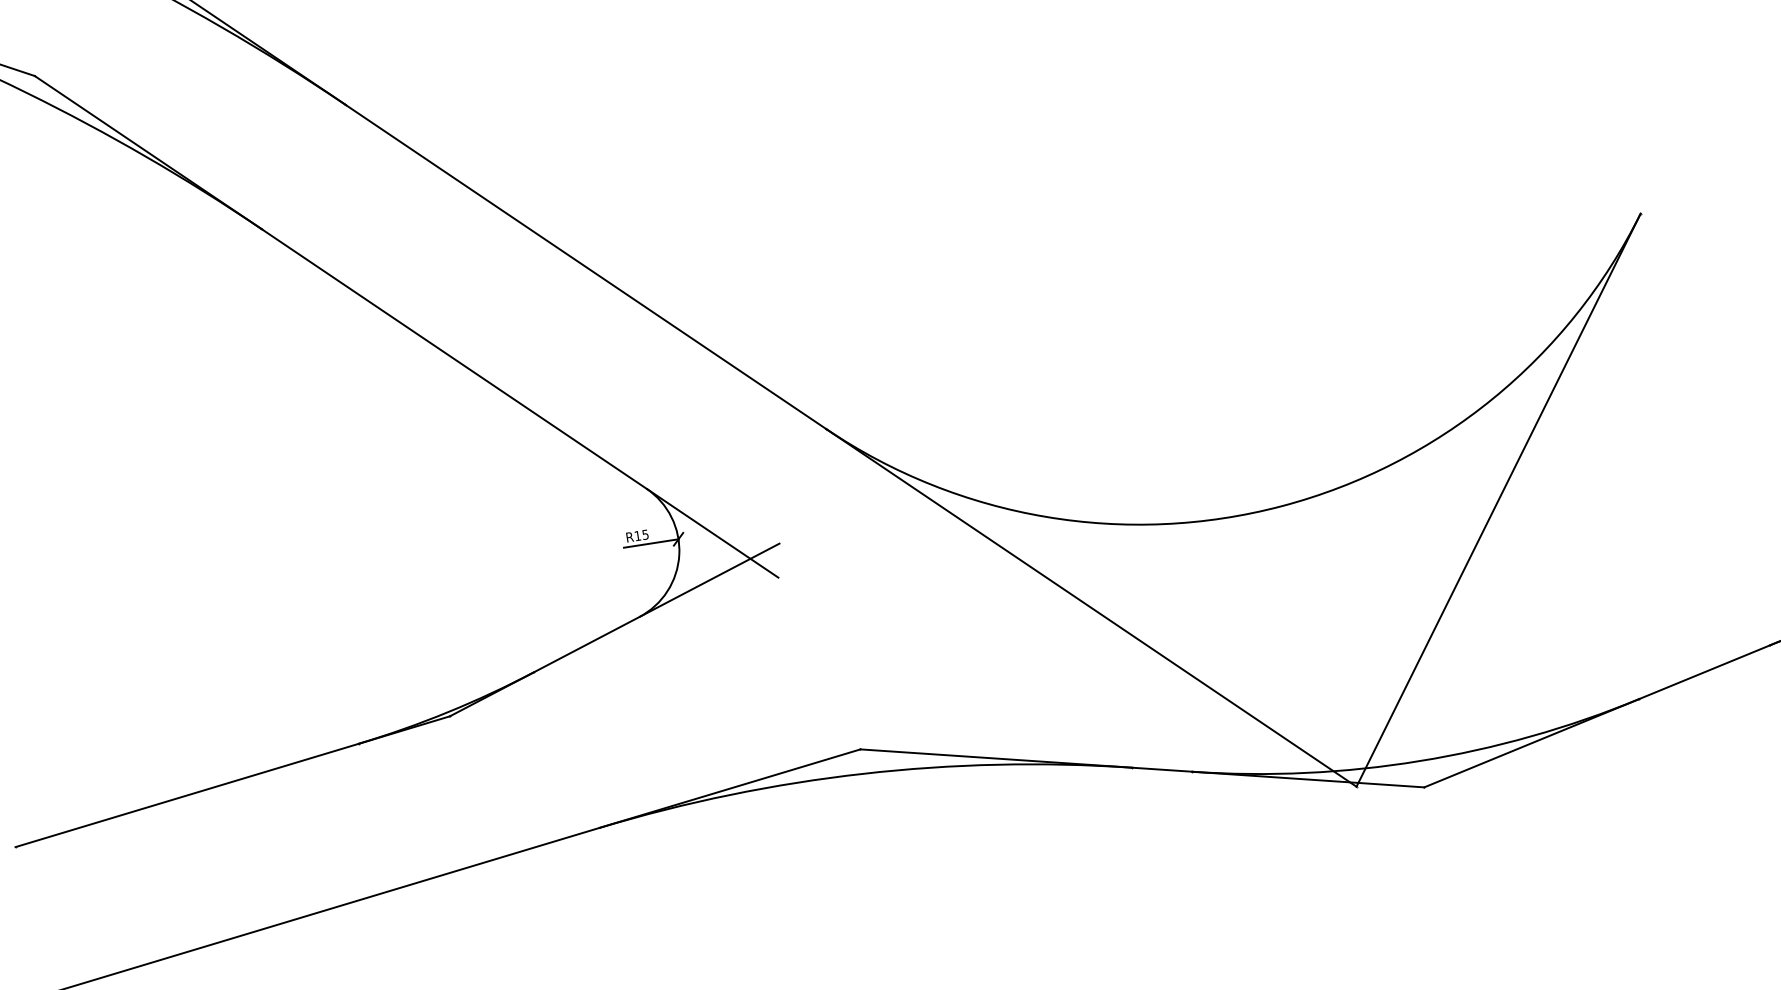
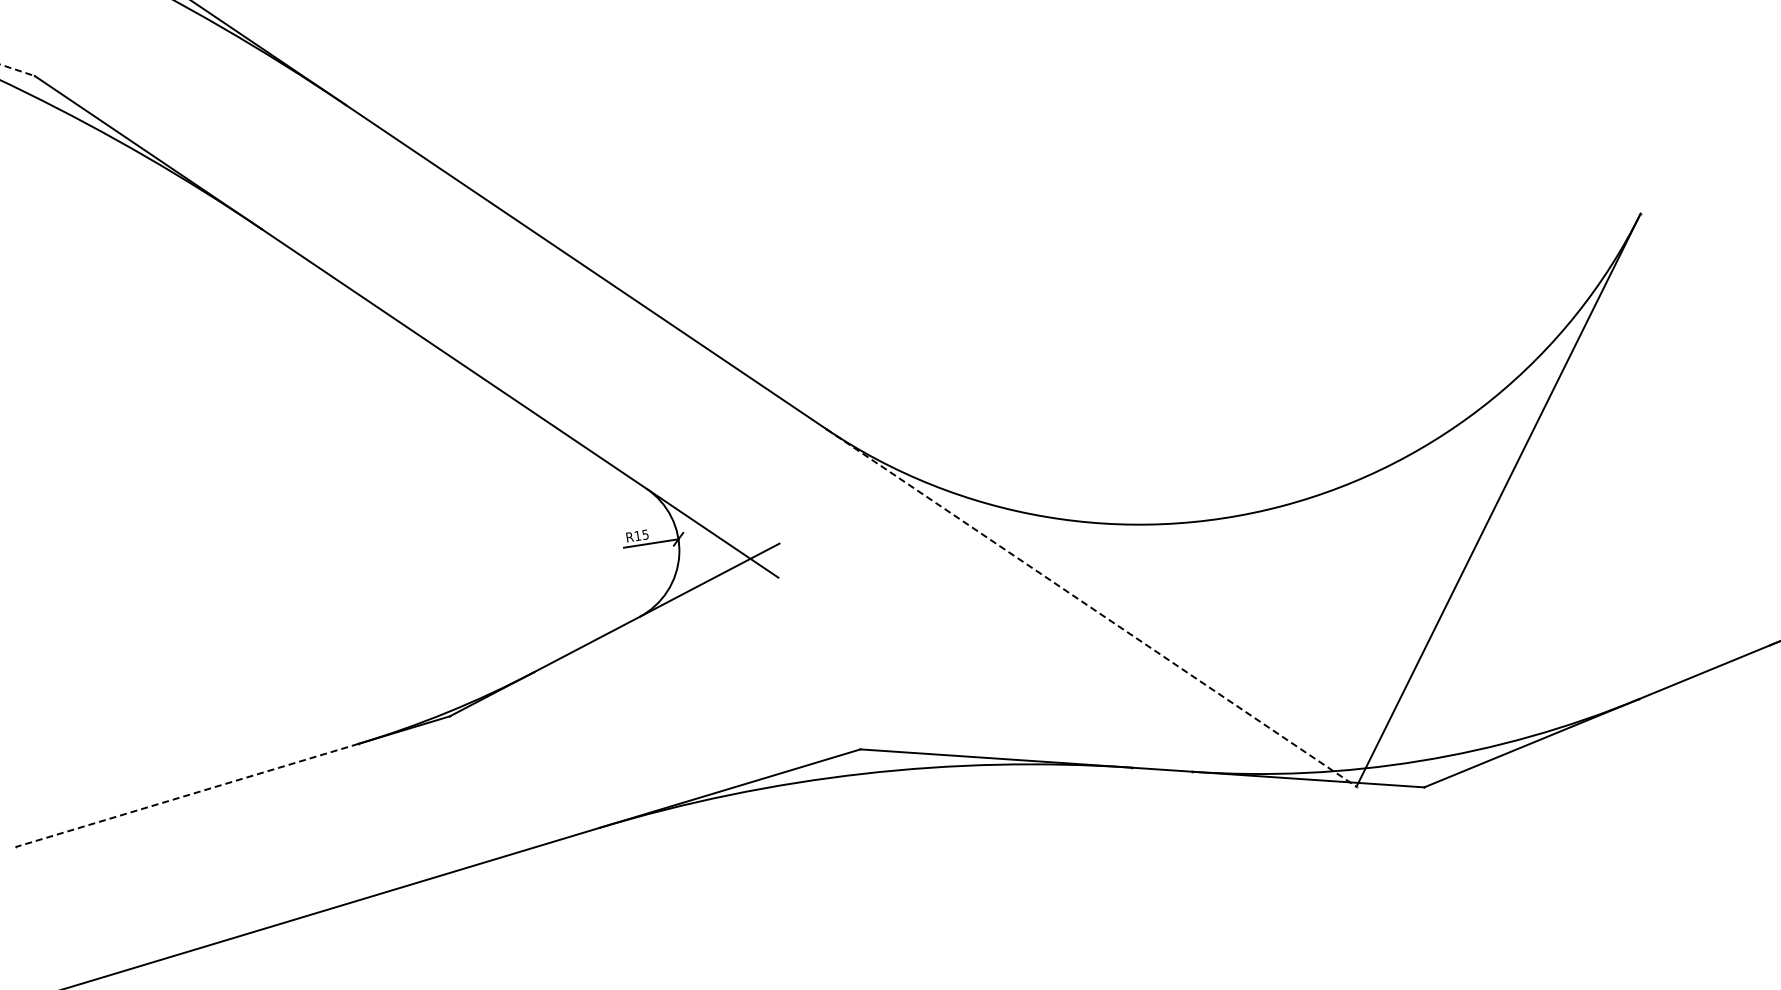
line at (17, 70): solid -> dashed
line at (1091, 607): solid -> dashed
line at (186, 795): solid -> dashed
